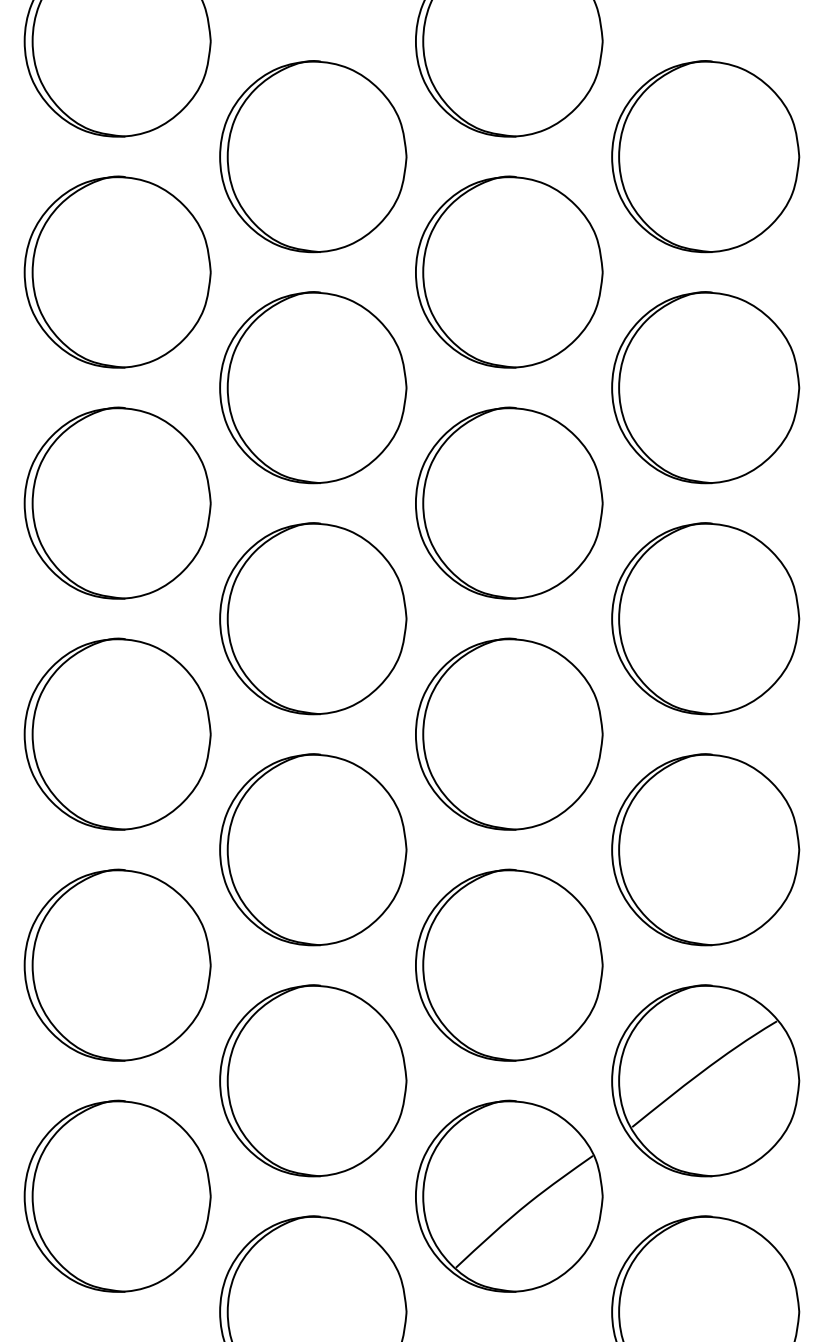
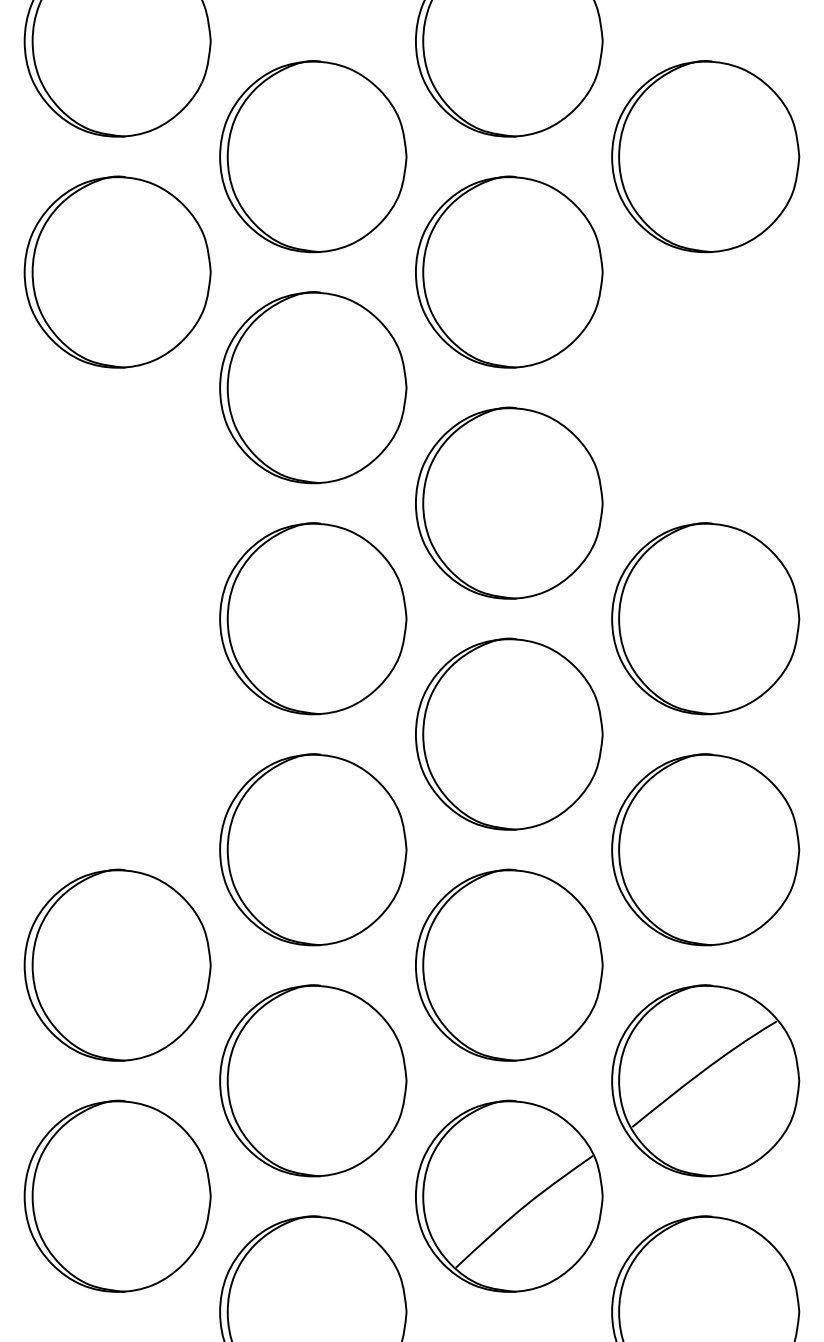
part at (705, 387): present -> none
part at (117, 502): present -> none
part at (117, 733): present -> none
